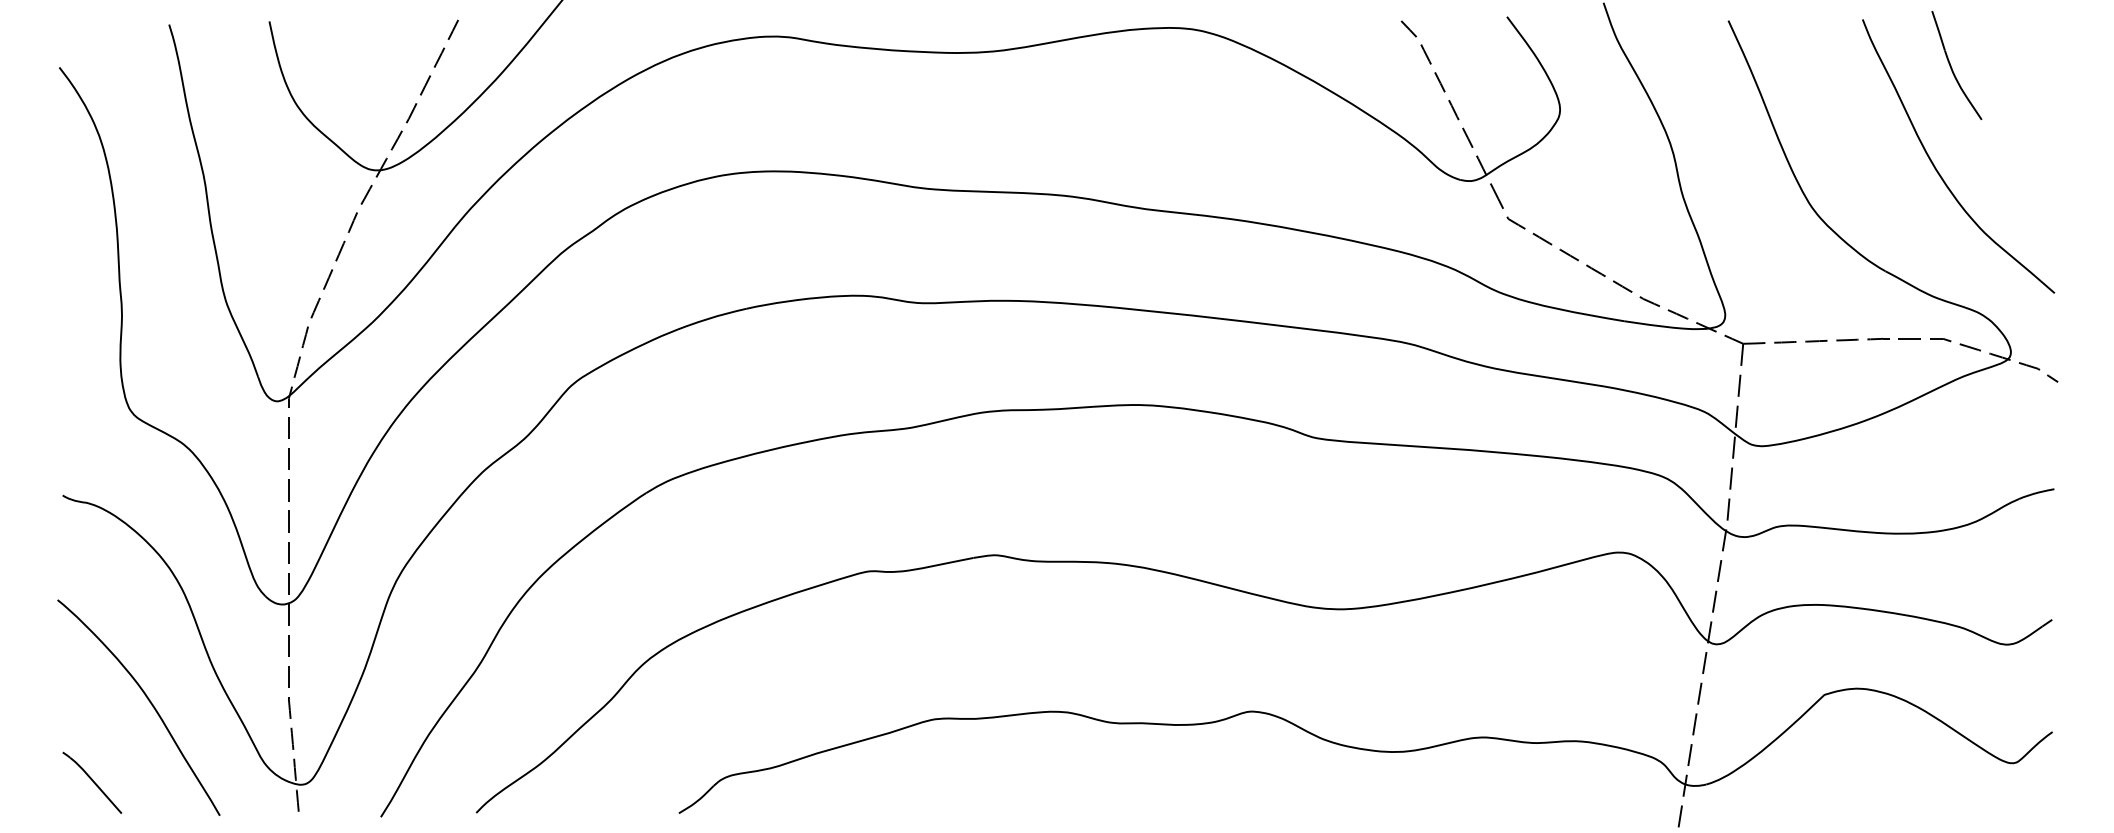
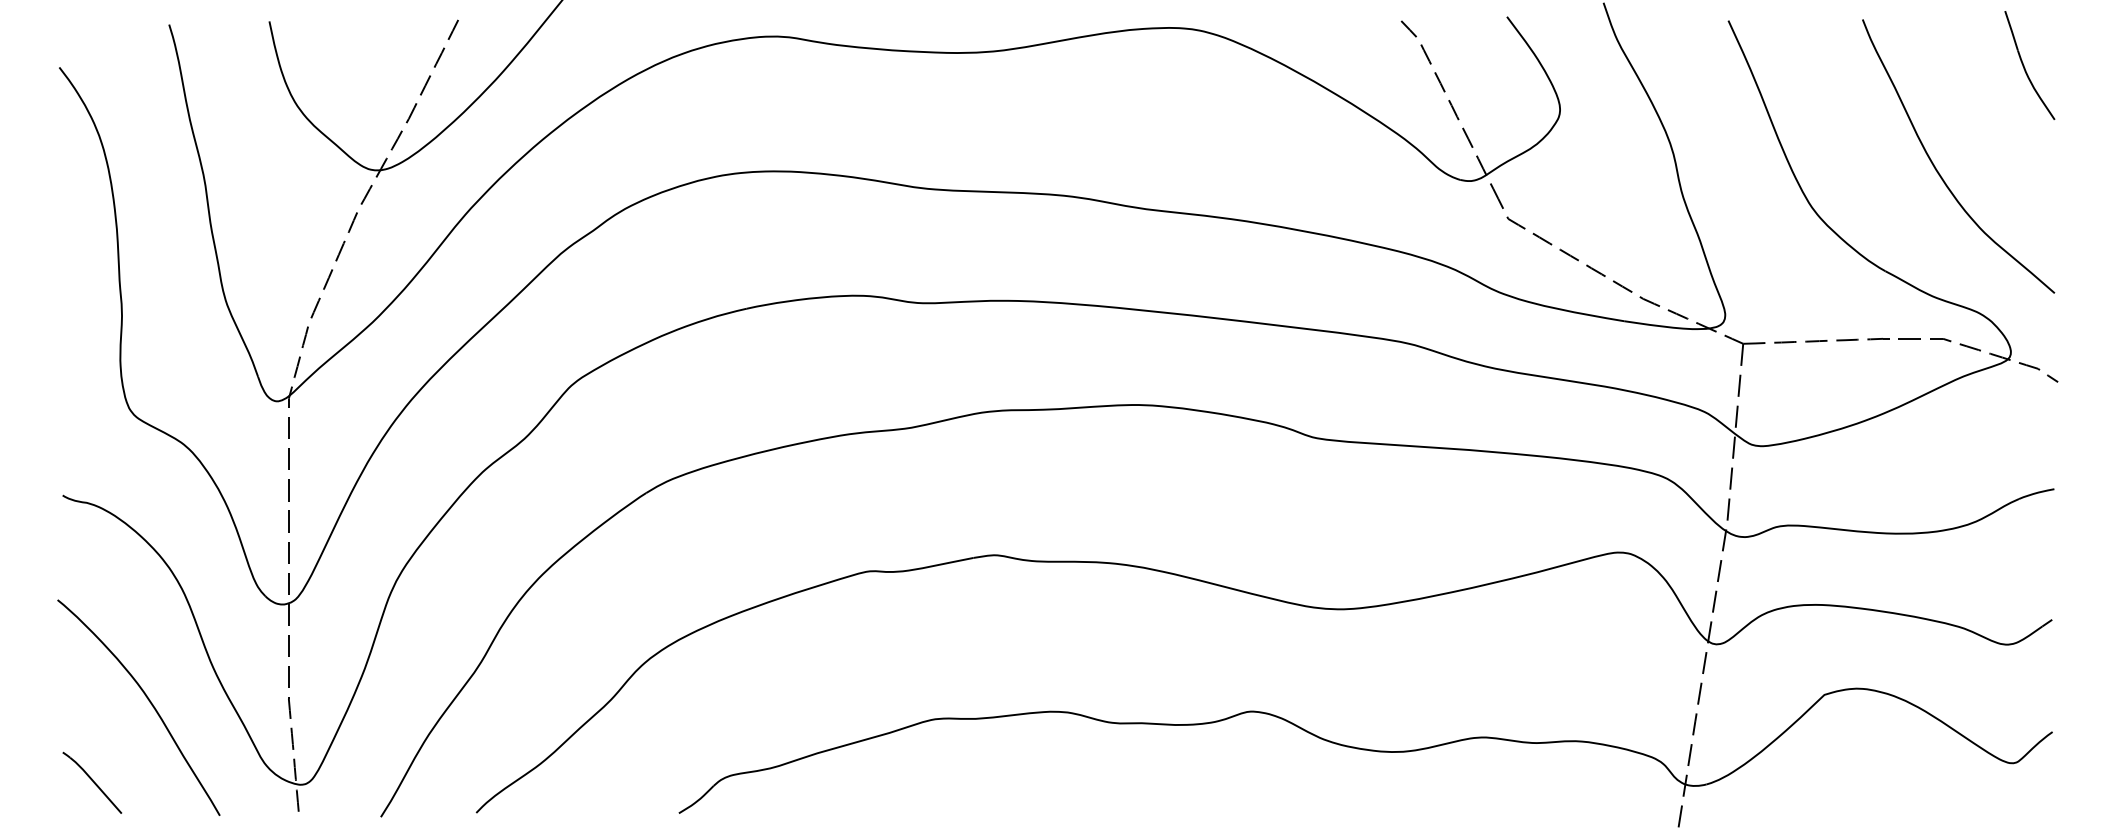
part at (1956, 65) position: (1956, 65) -> (2029, 65)
